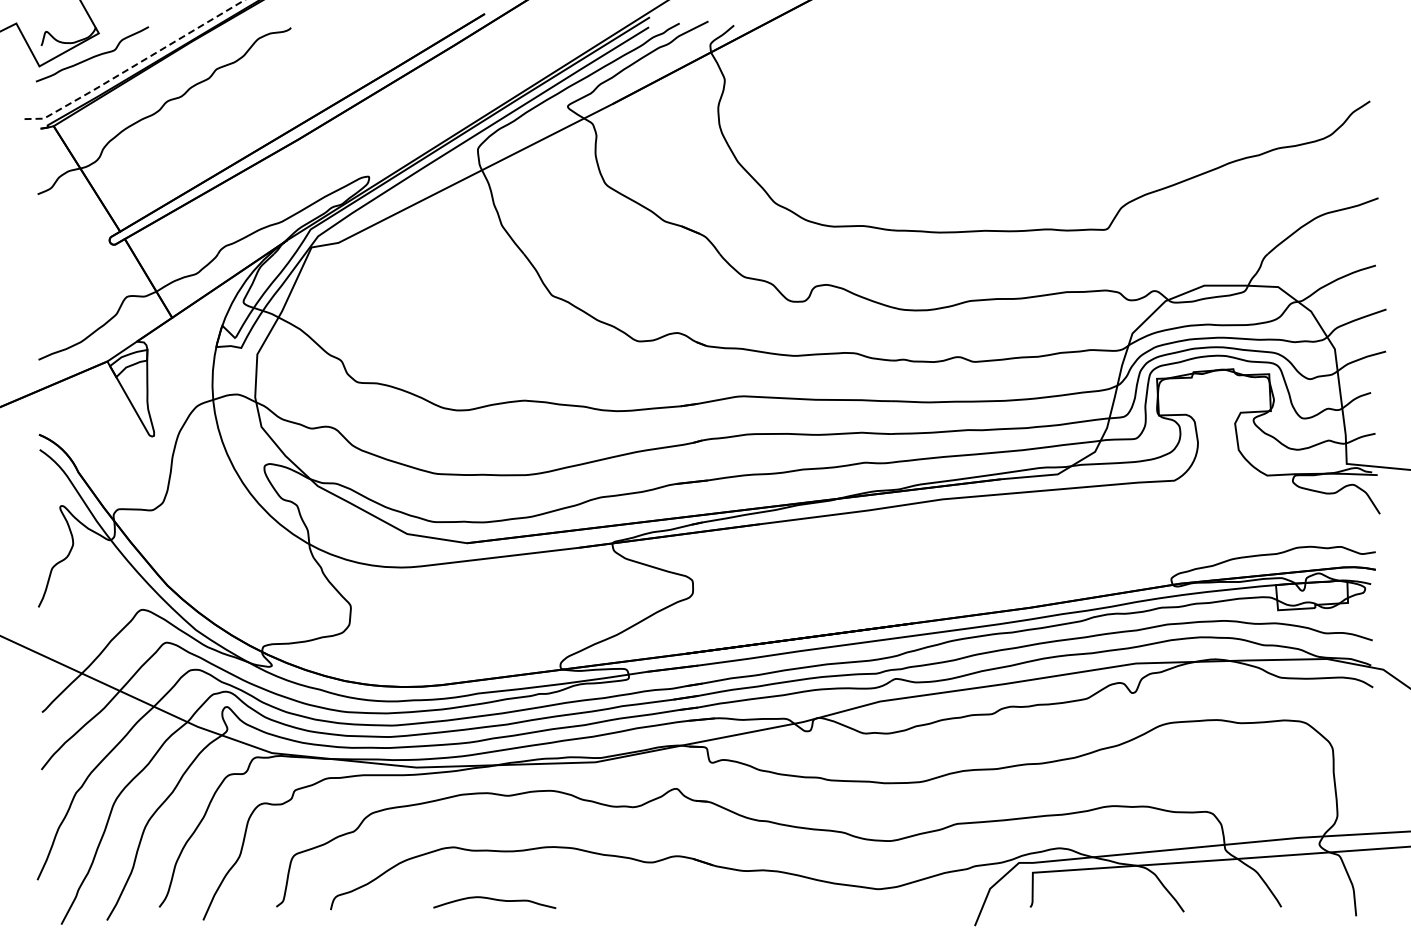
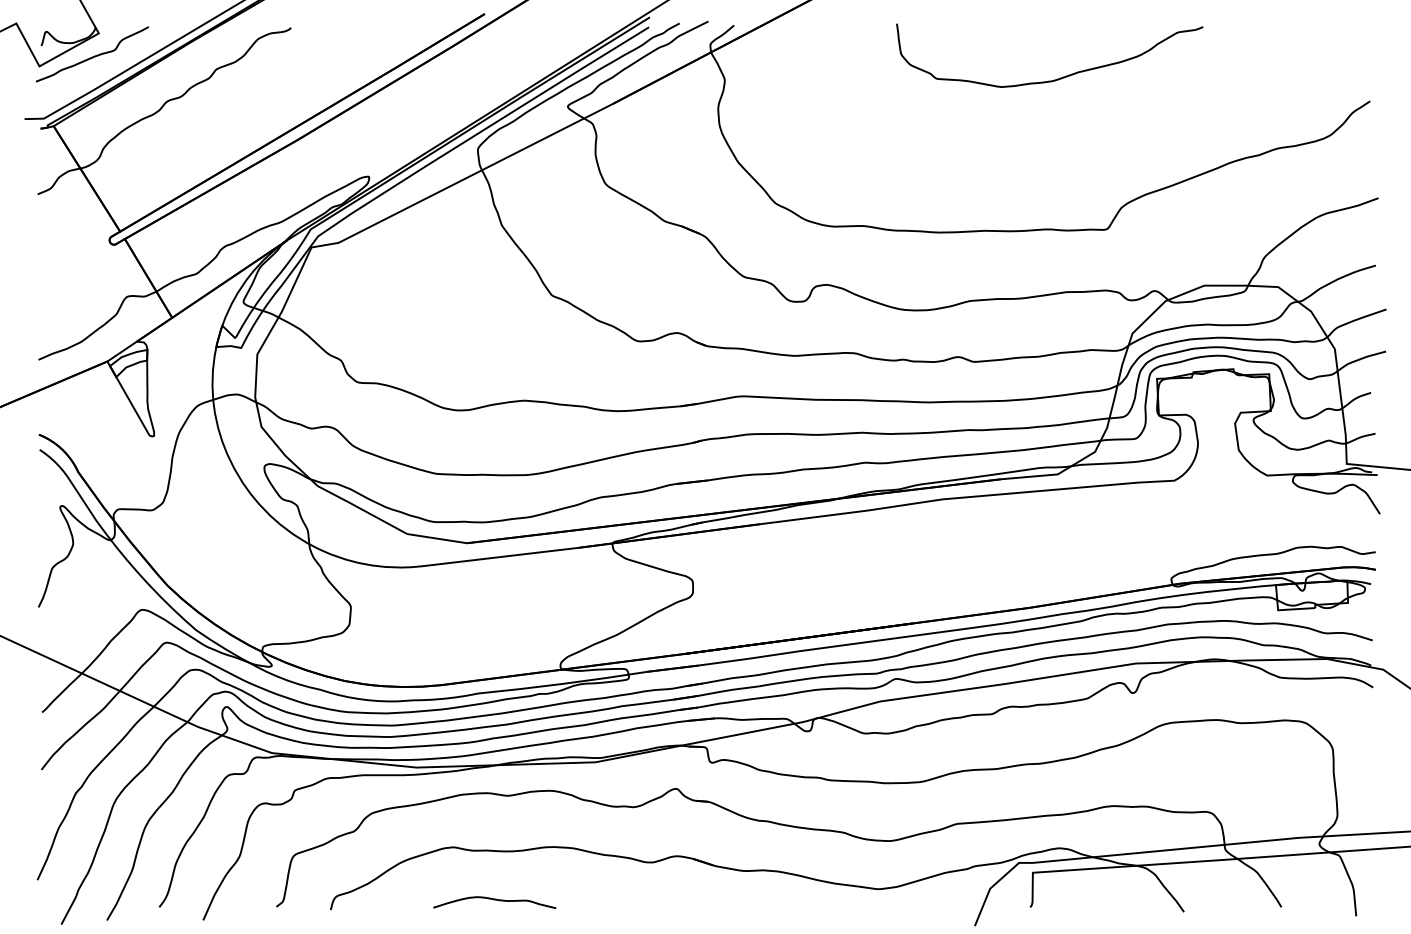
line at (135, 65): dashed -> solid
curve at (1057, 78): none -> present
